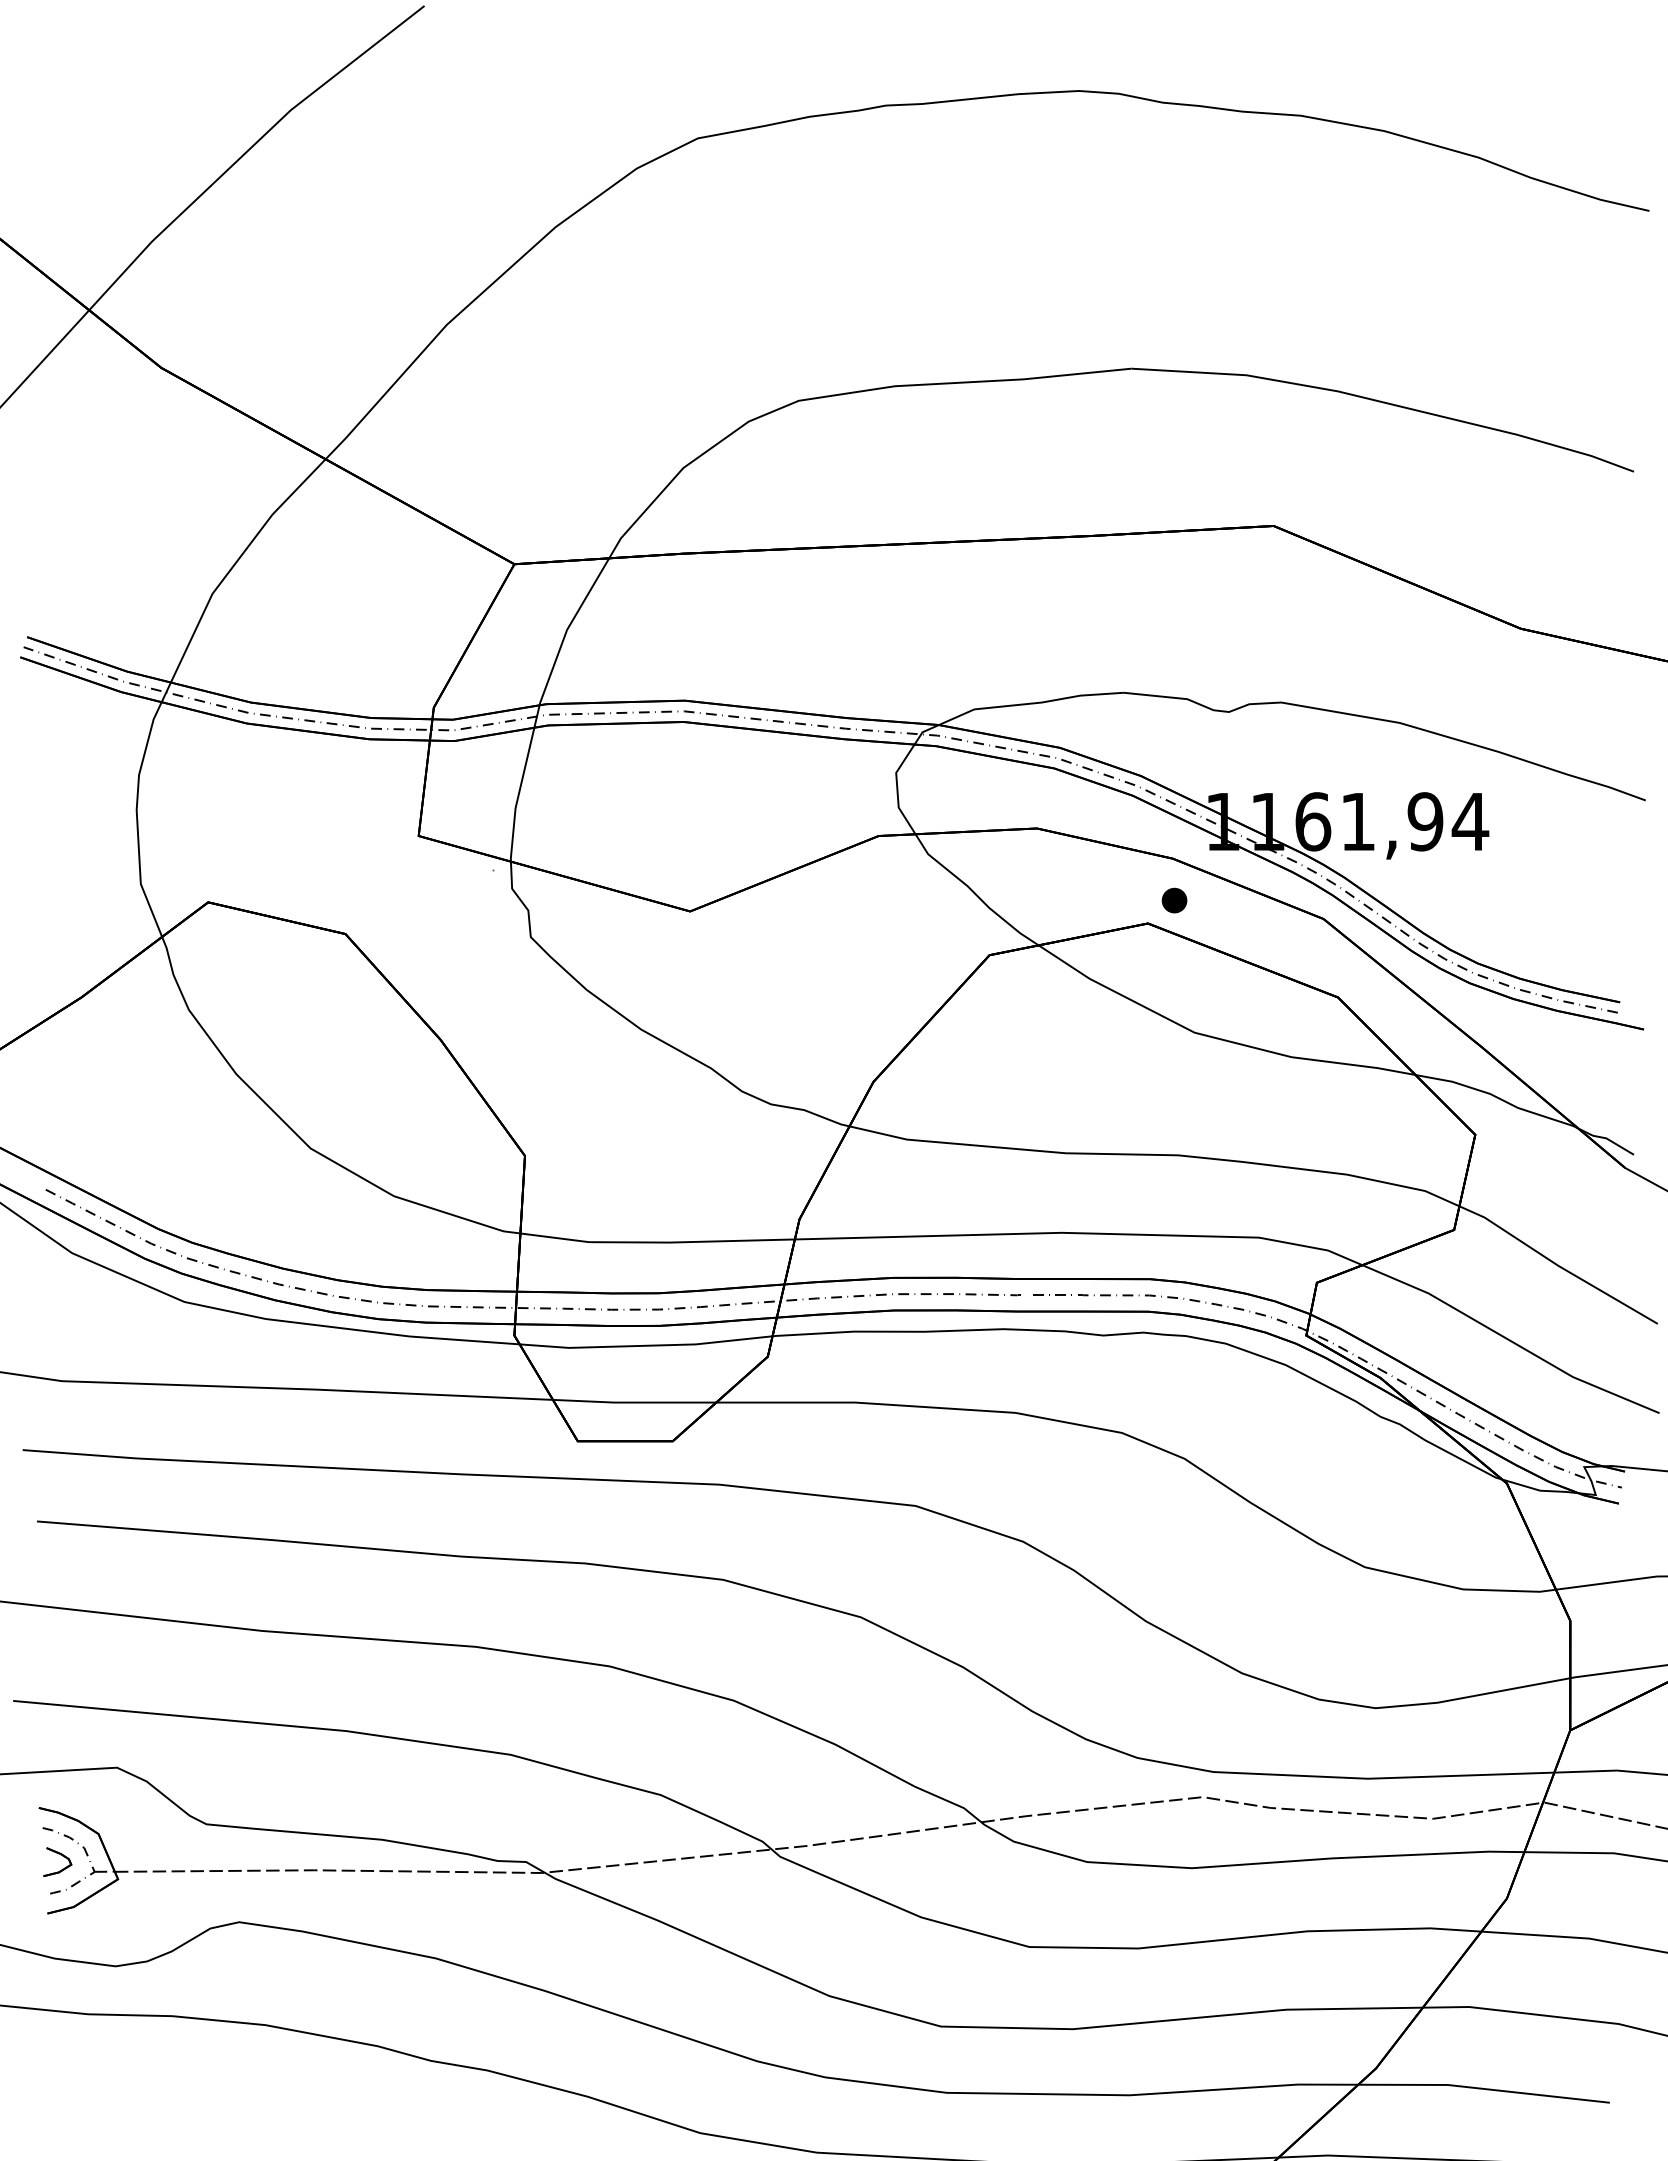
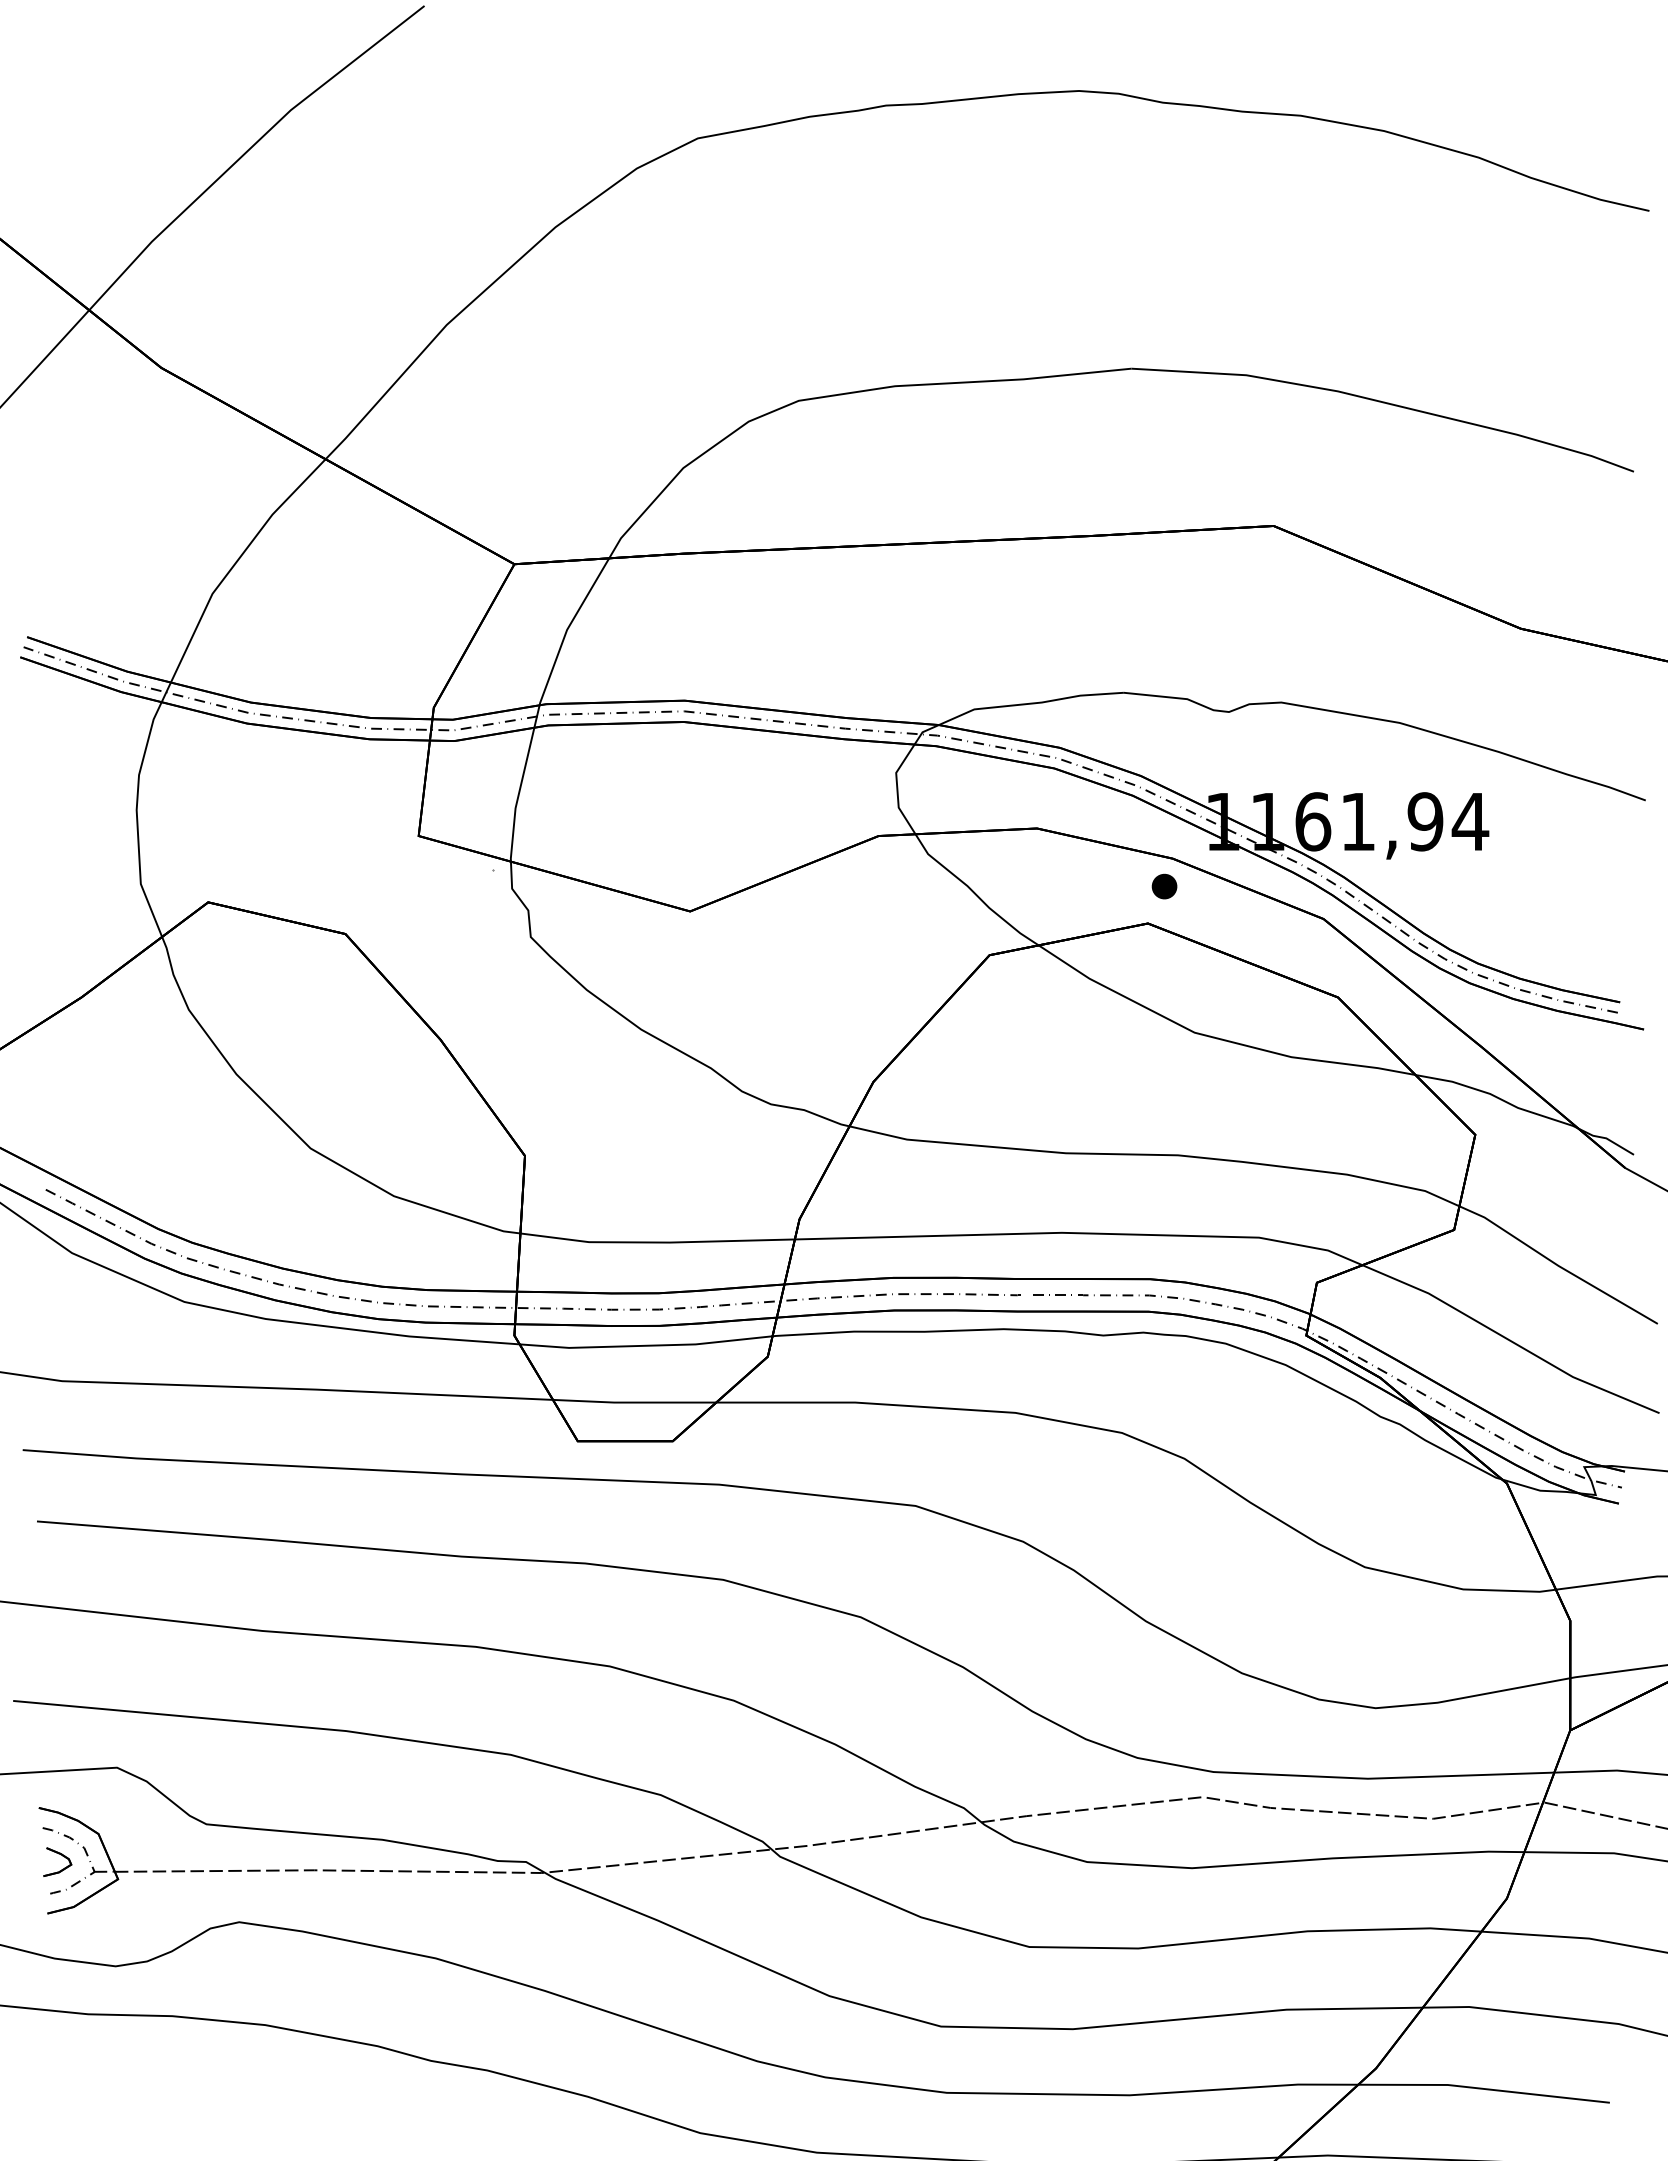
part at (1174, 900) position: (1174, 900) -> (1164, 886)
